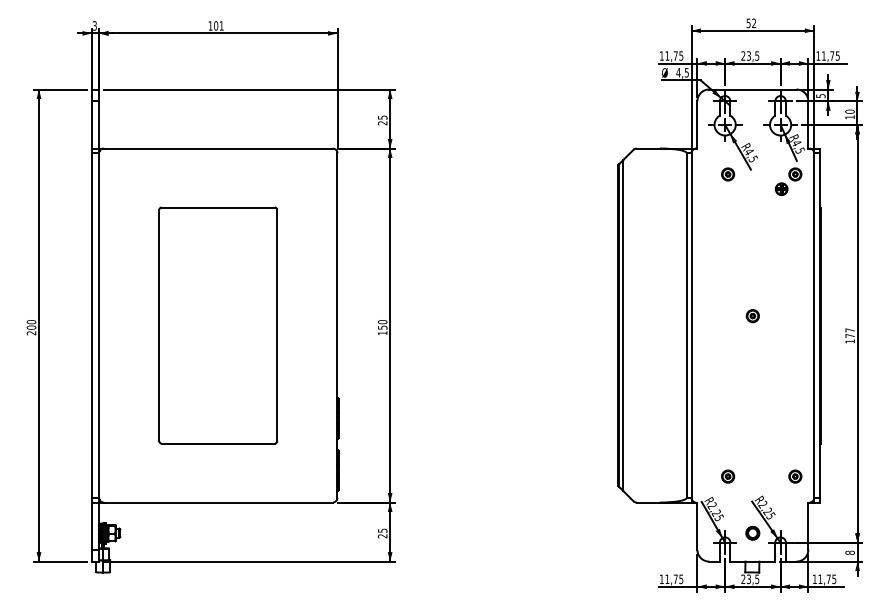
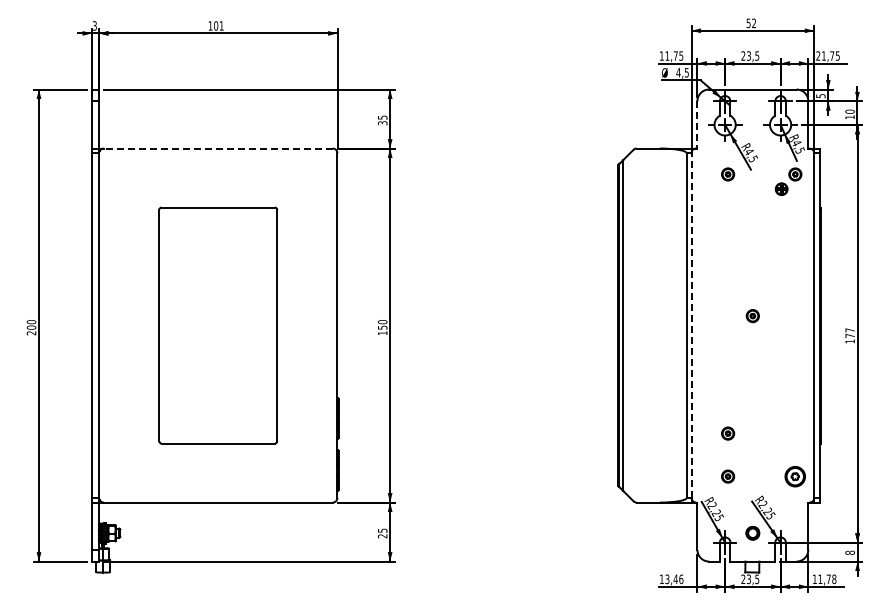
text at (818, 55): 11,75 -> 21,75
text at (383, 123): 25 -> 35
line at (697, 124): solid -> dashed
line at (217, 148): solid -> dashed
line at (691, 325): solid -> dashed
part at (728, 433): none -> present
part at (795, 476) size: 15x15 px -> 22x22 px
text at (674, 579): 11,75 -> 13,46
text at (834, 579): 11,75 -> 11,78
